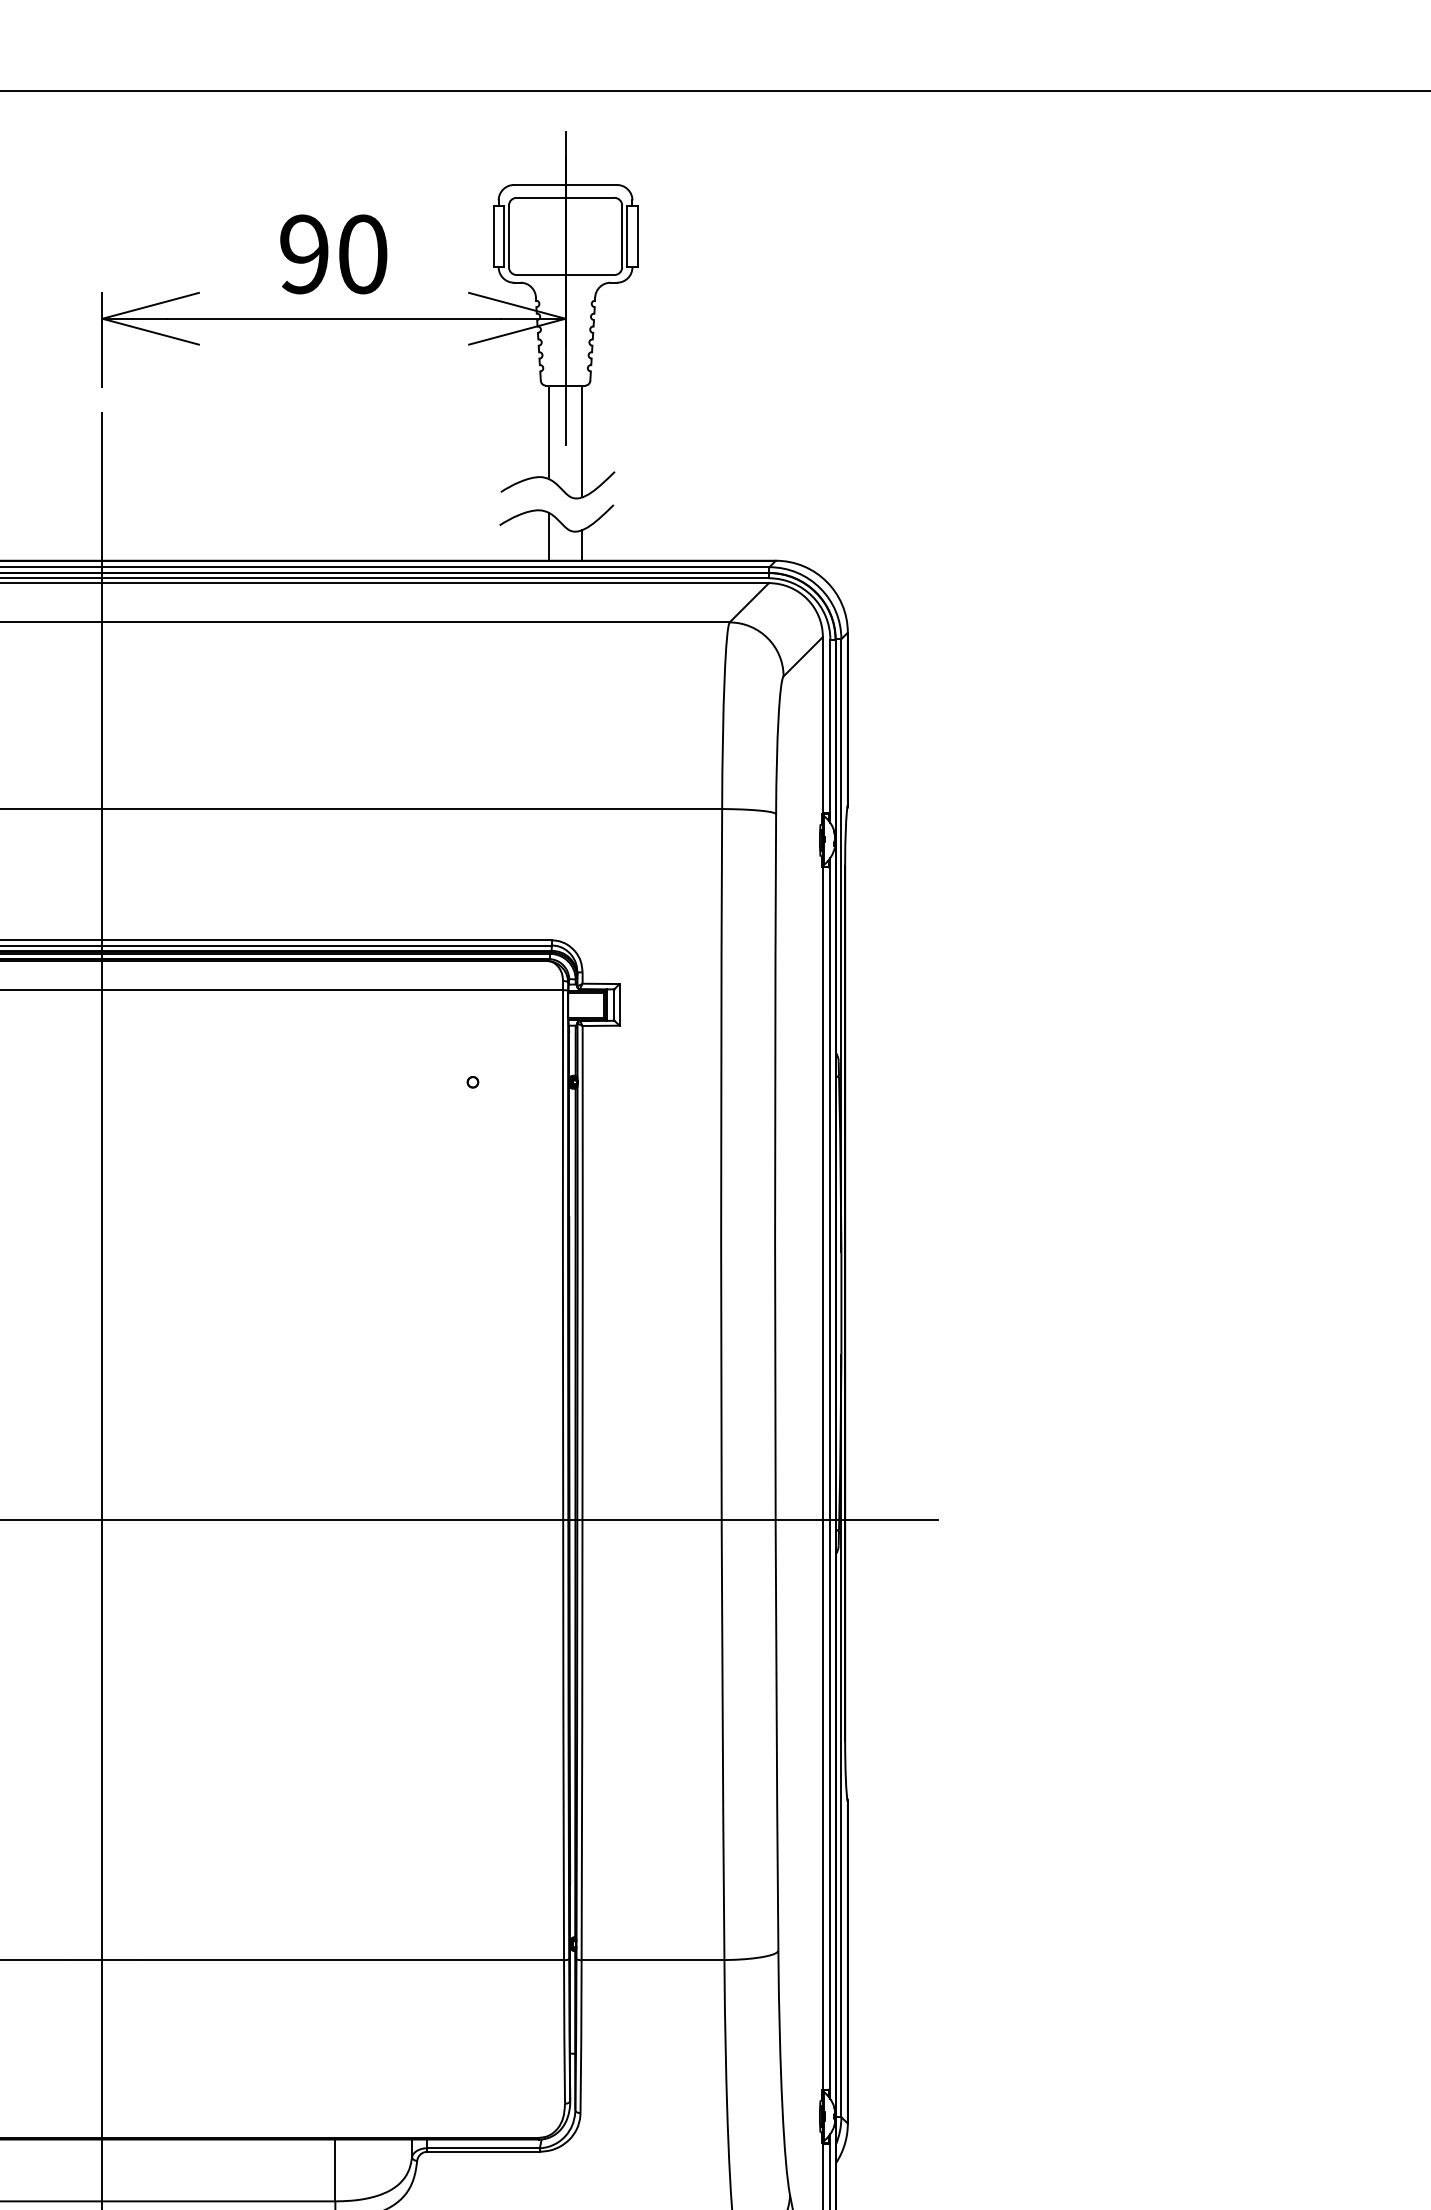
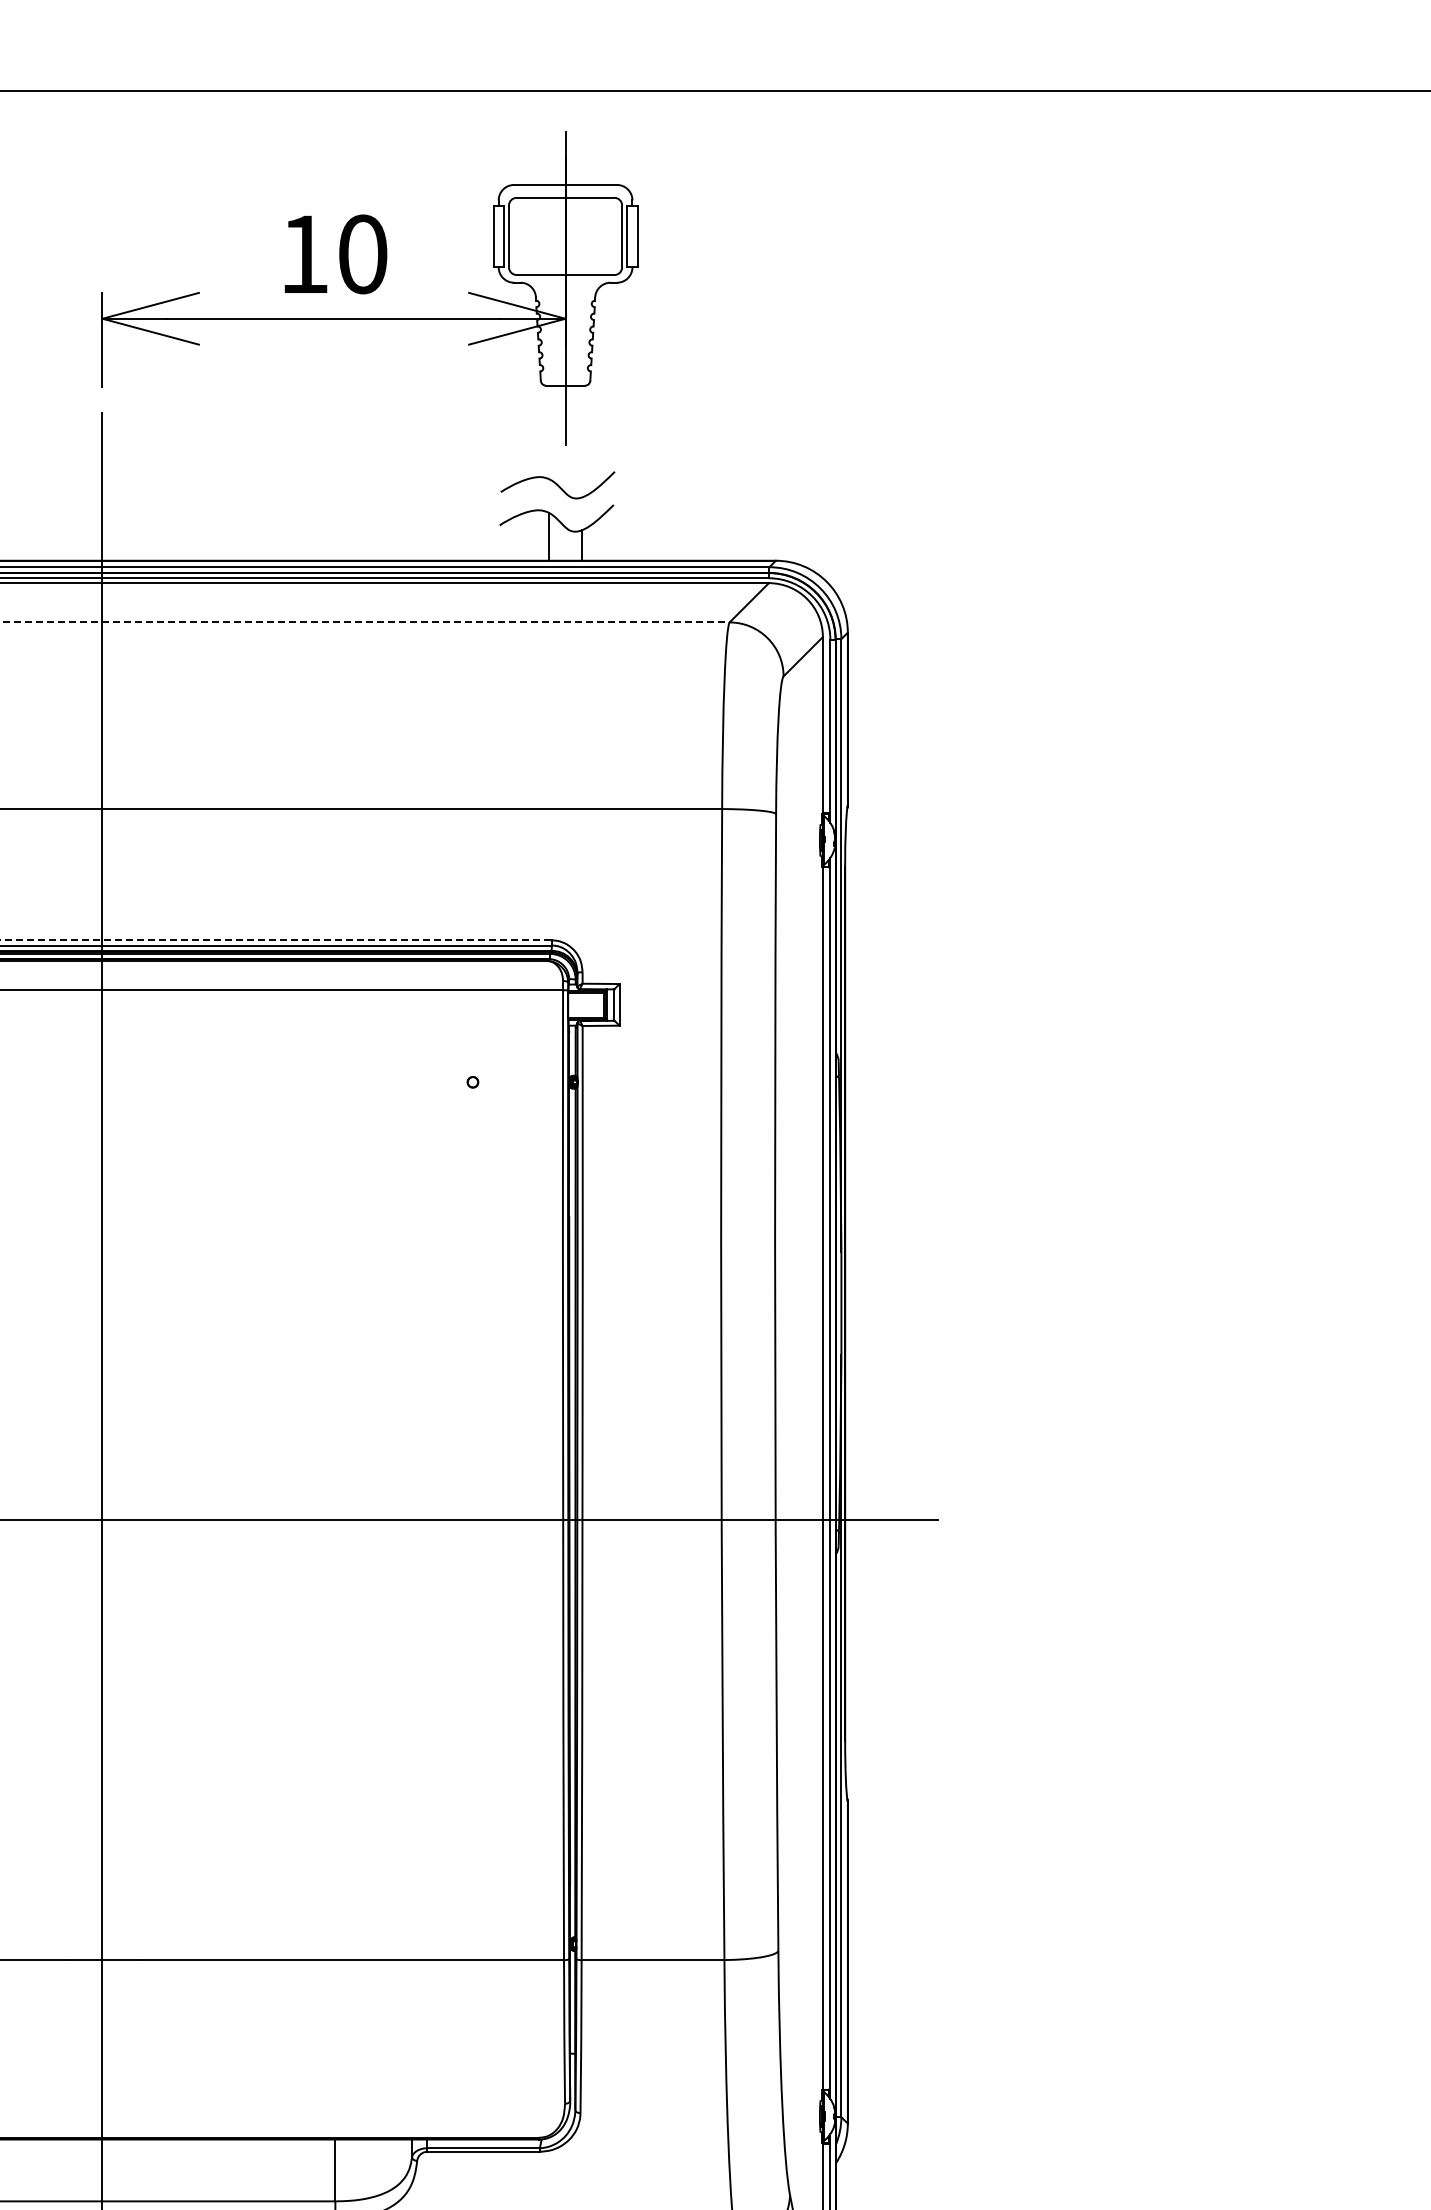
text at (304, 254): 90 -> 10
line at (548, 432): present -> none
line at (582, 441): present -> none
line at (364, 622): solid -> dashed
line at (275, 940): solid -> dashed
